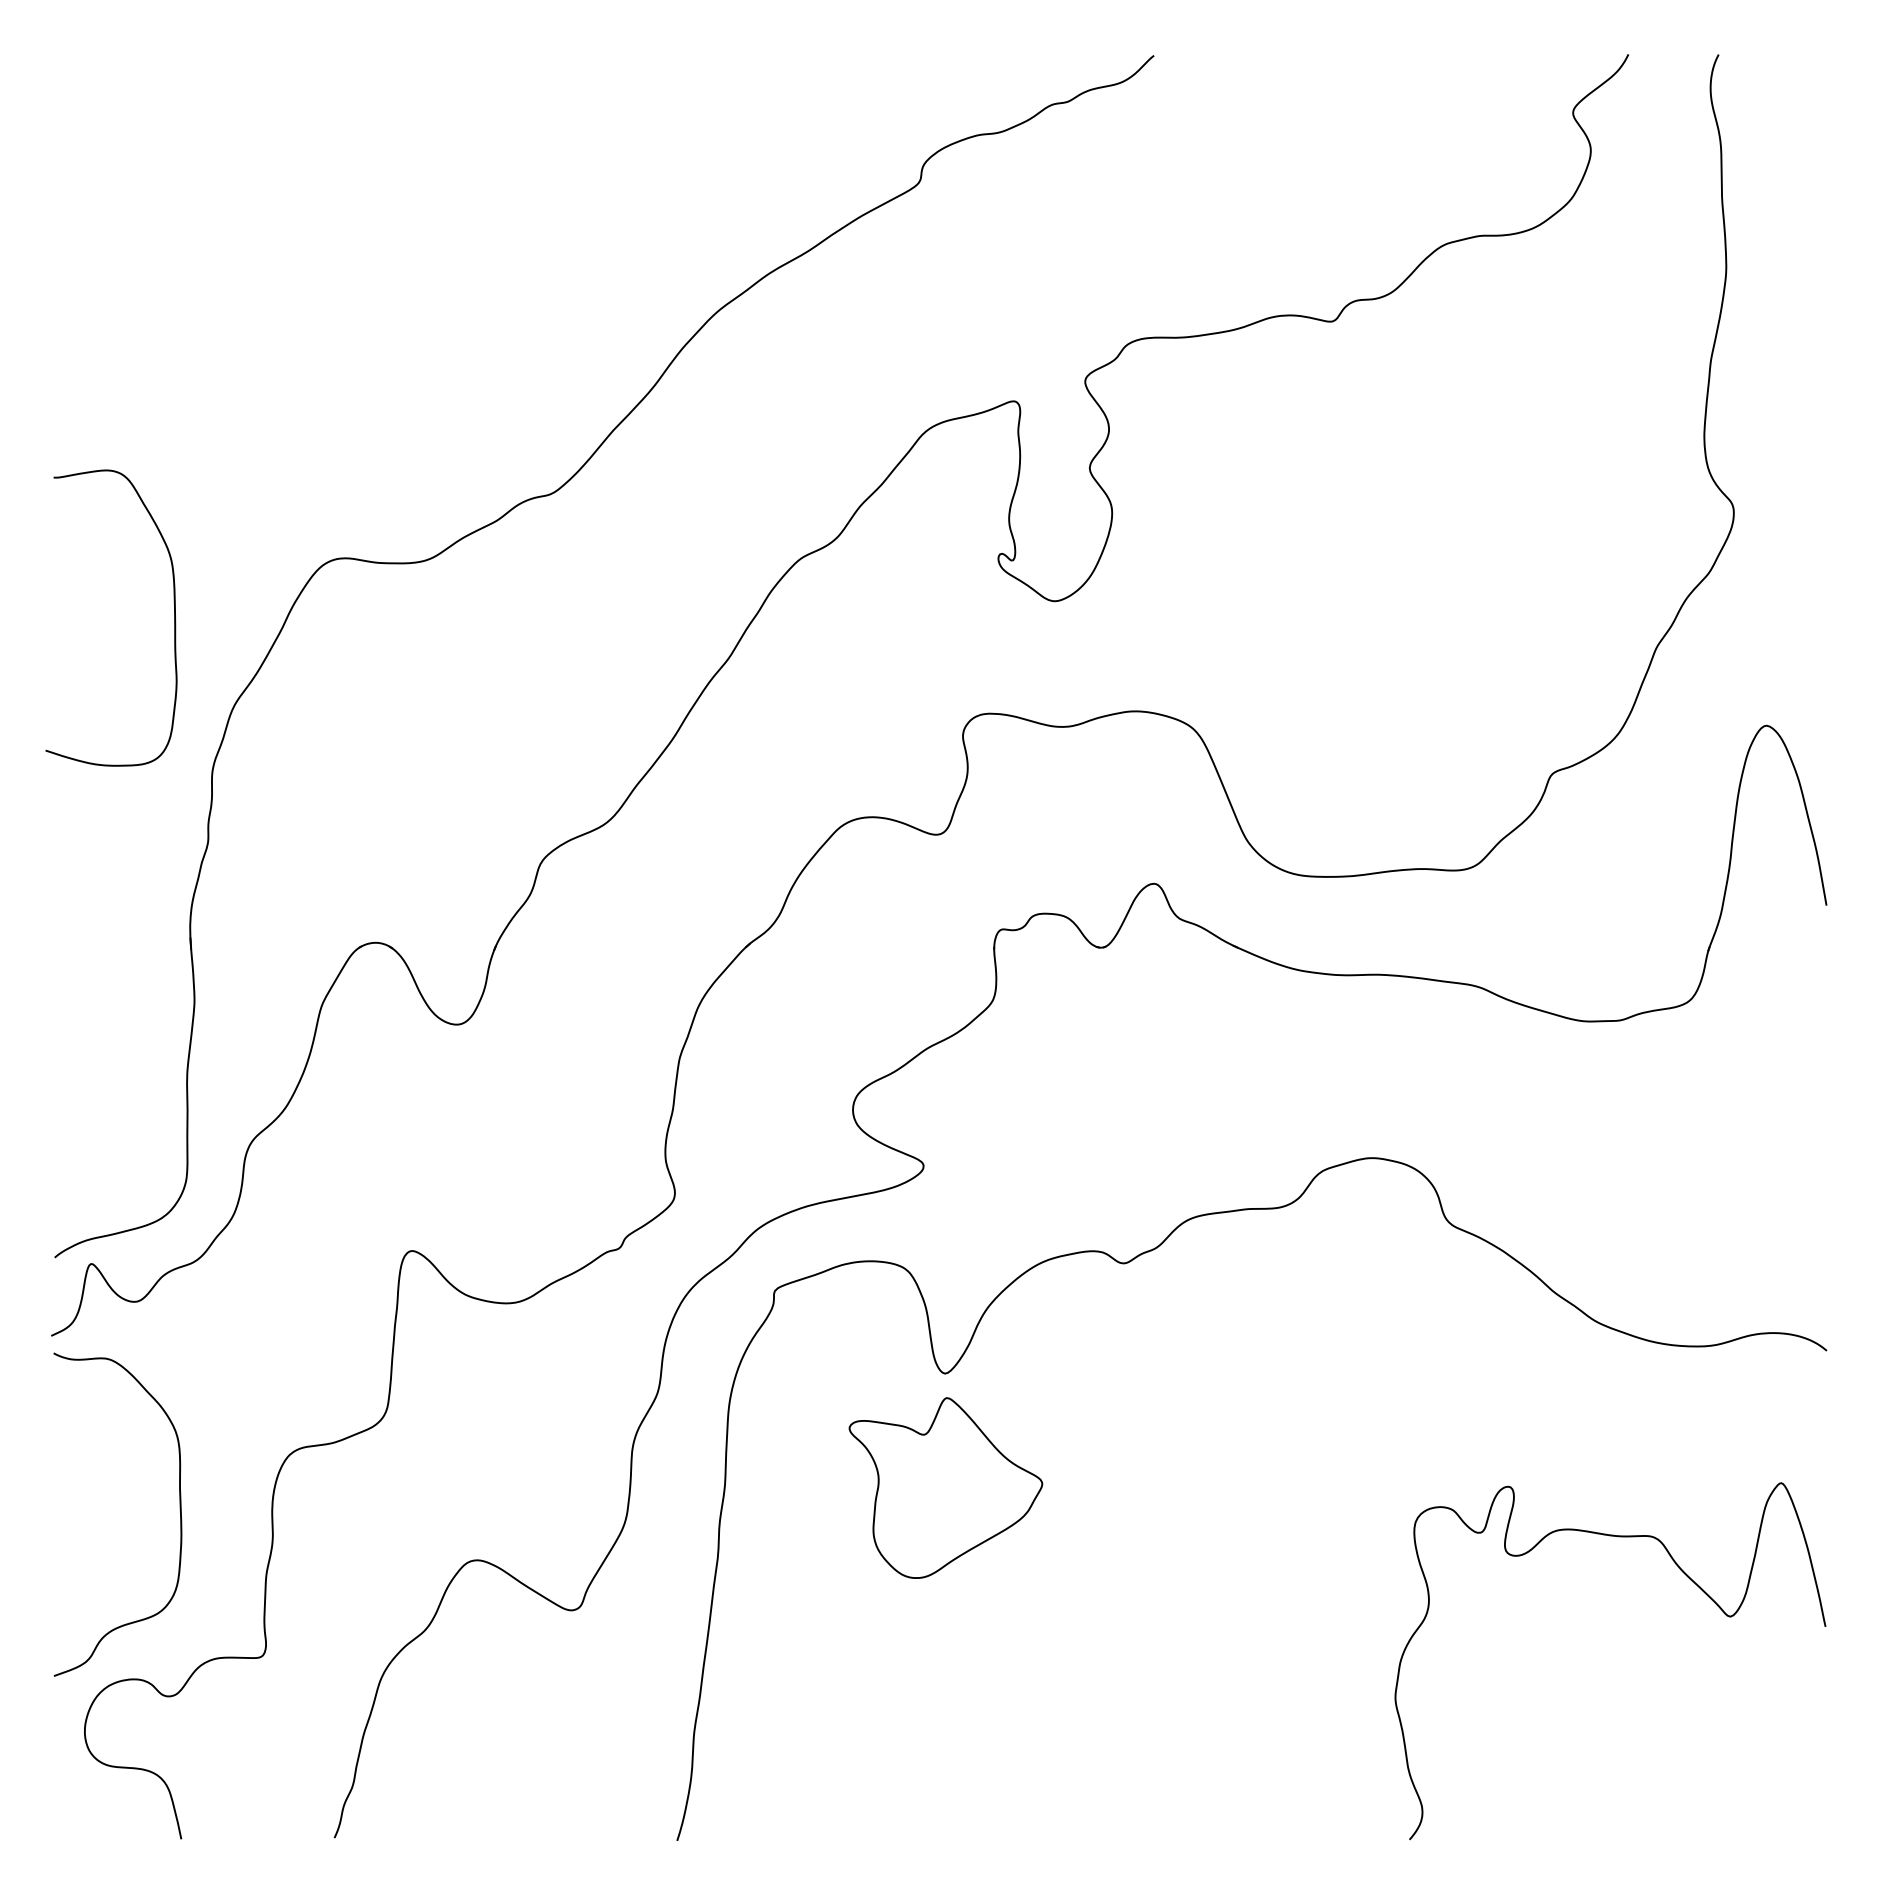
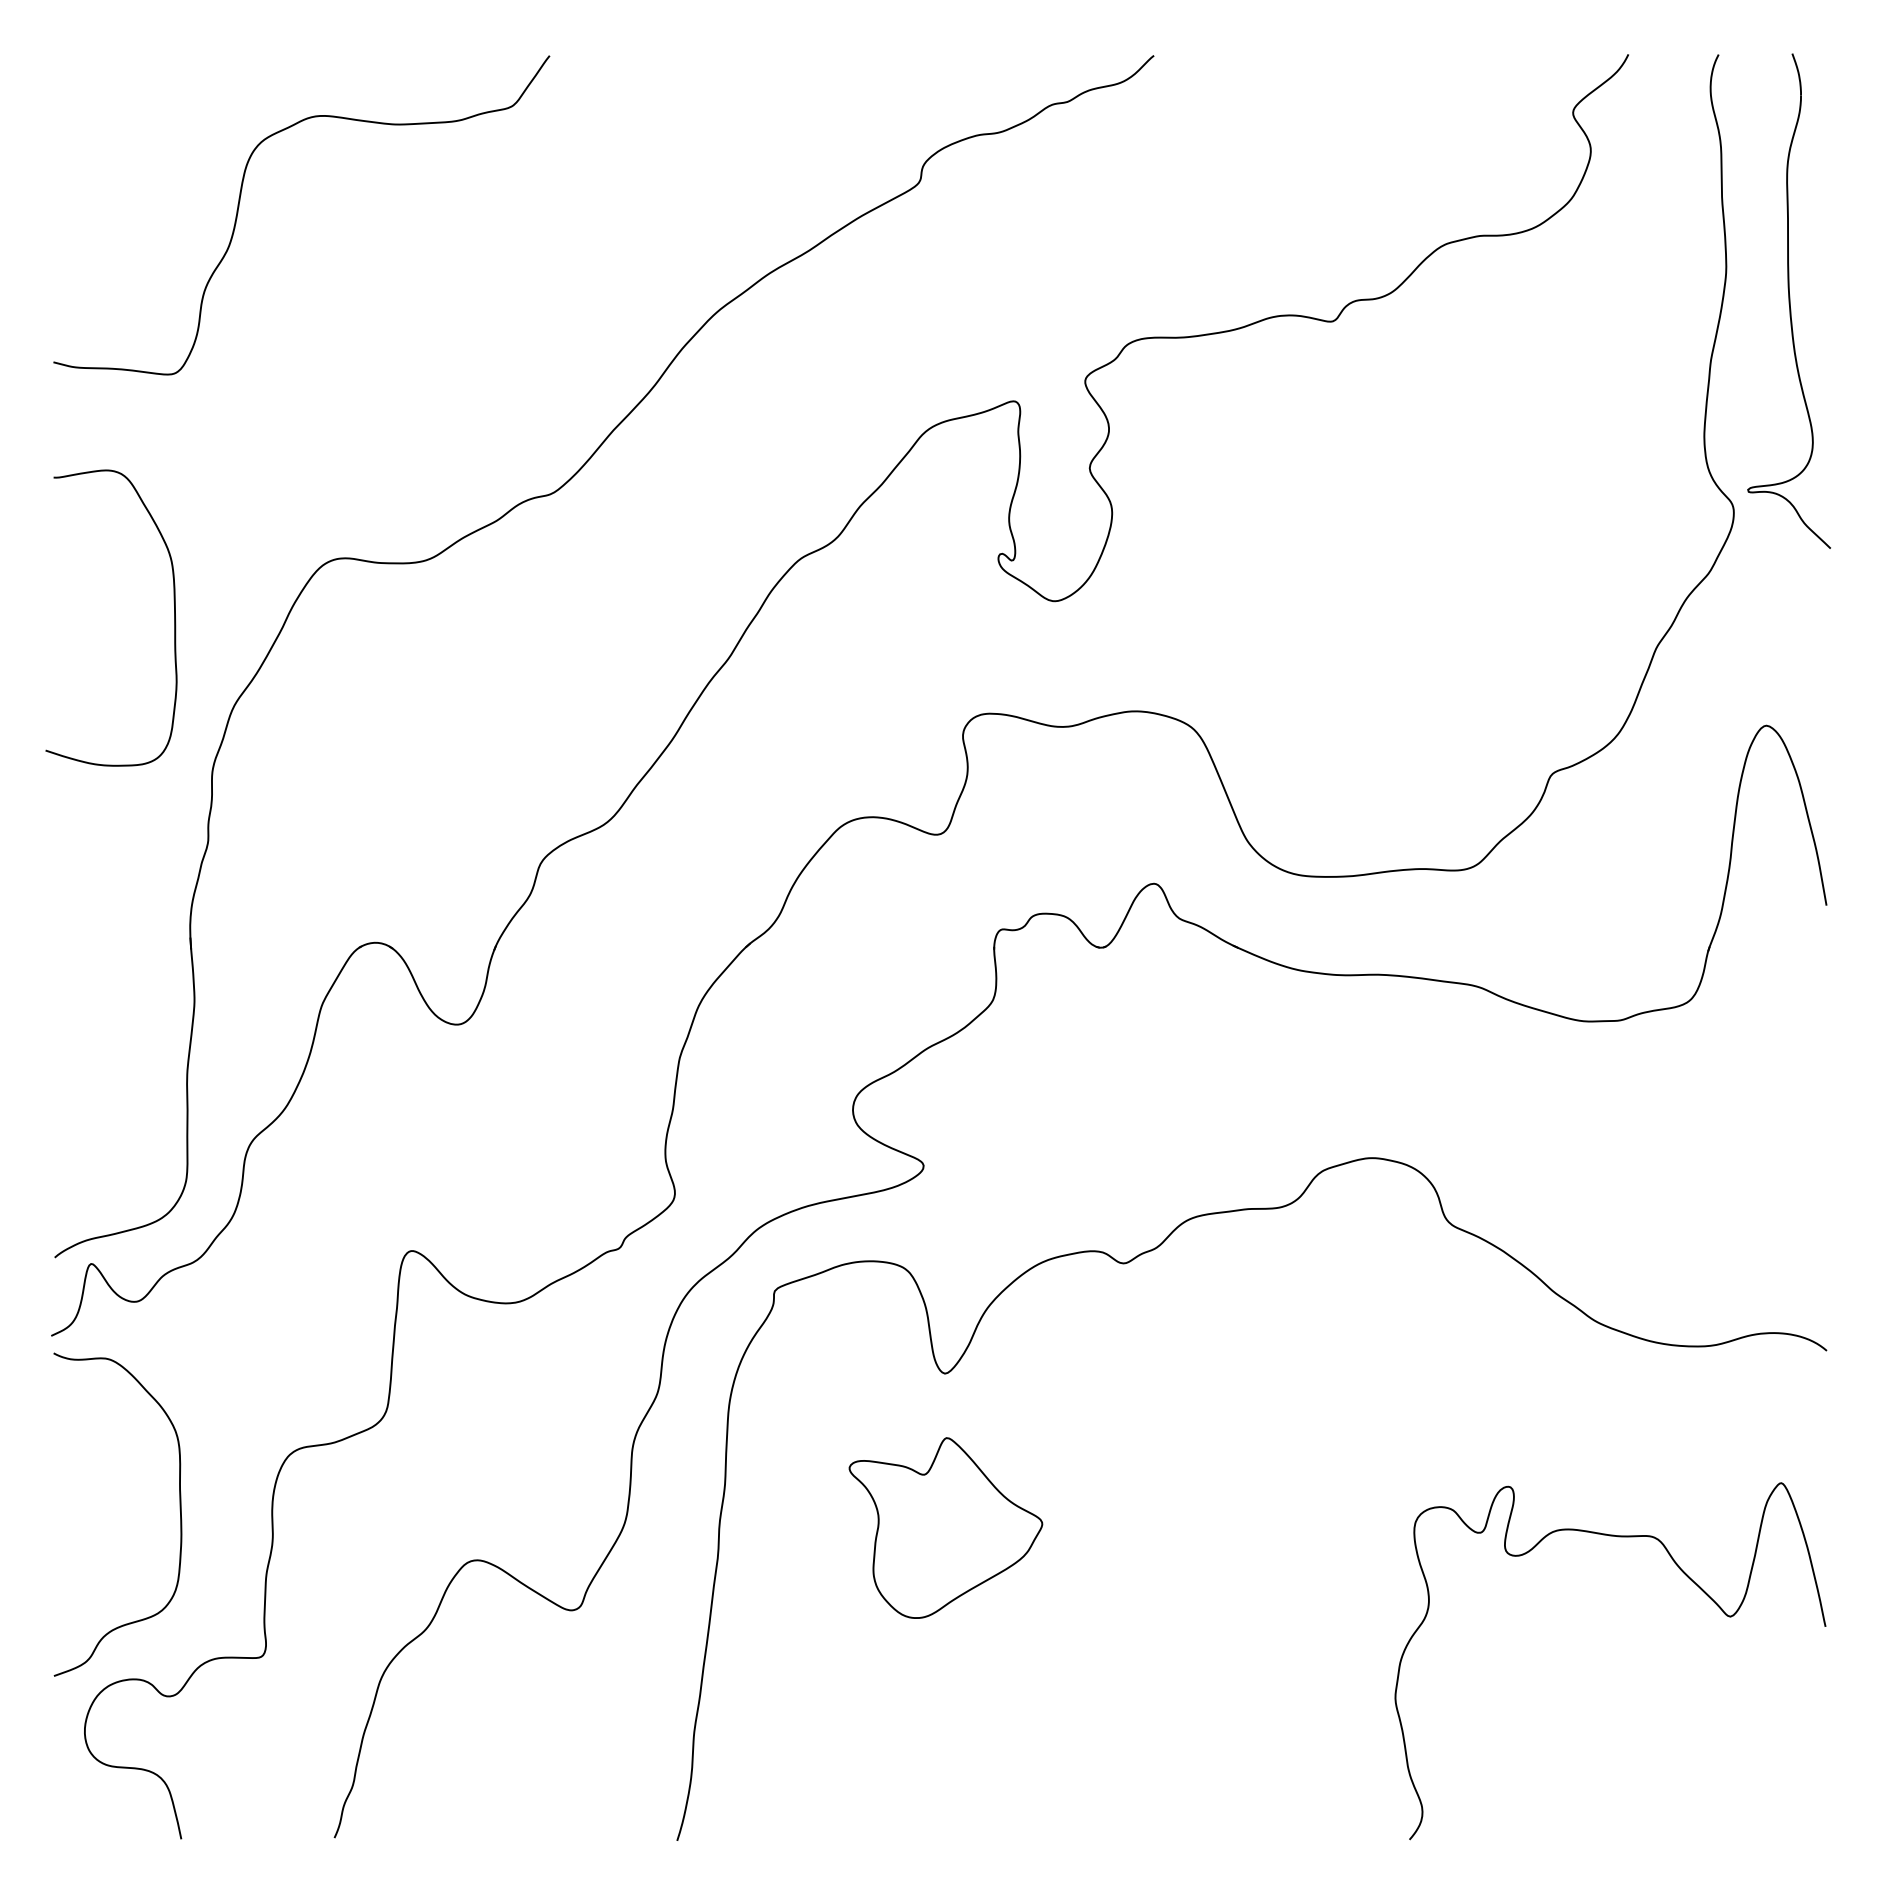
curve at (239, 207): none -> present
part at (1788, 300): none -> present
part at (945, 1487) position: (945, 1487) -> (945, 1527)
